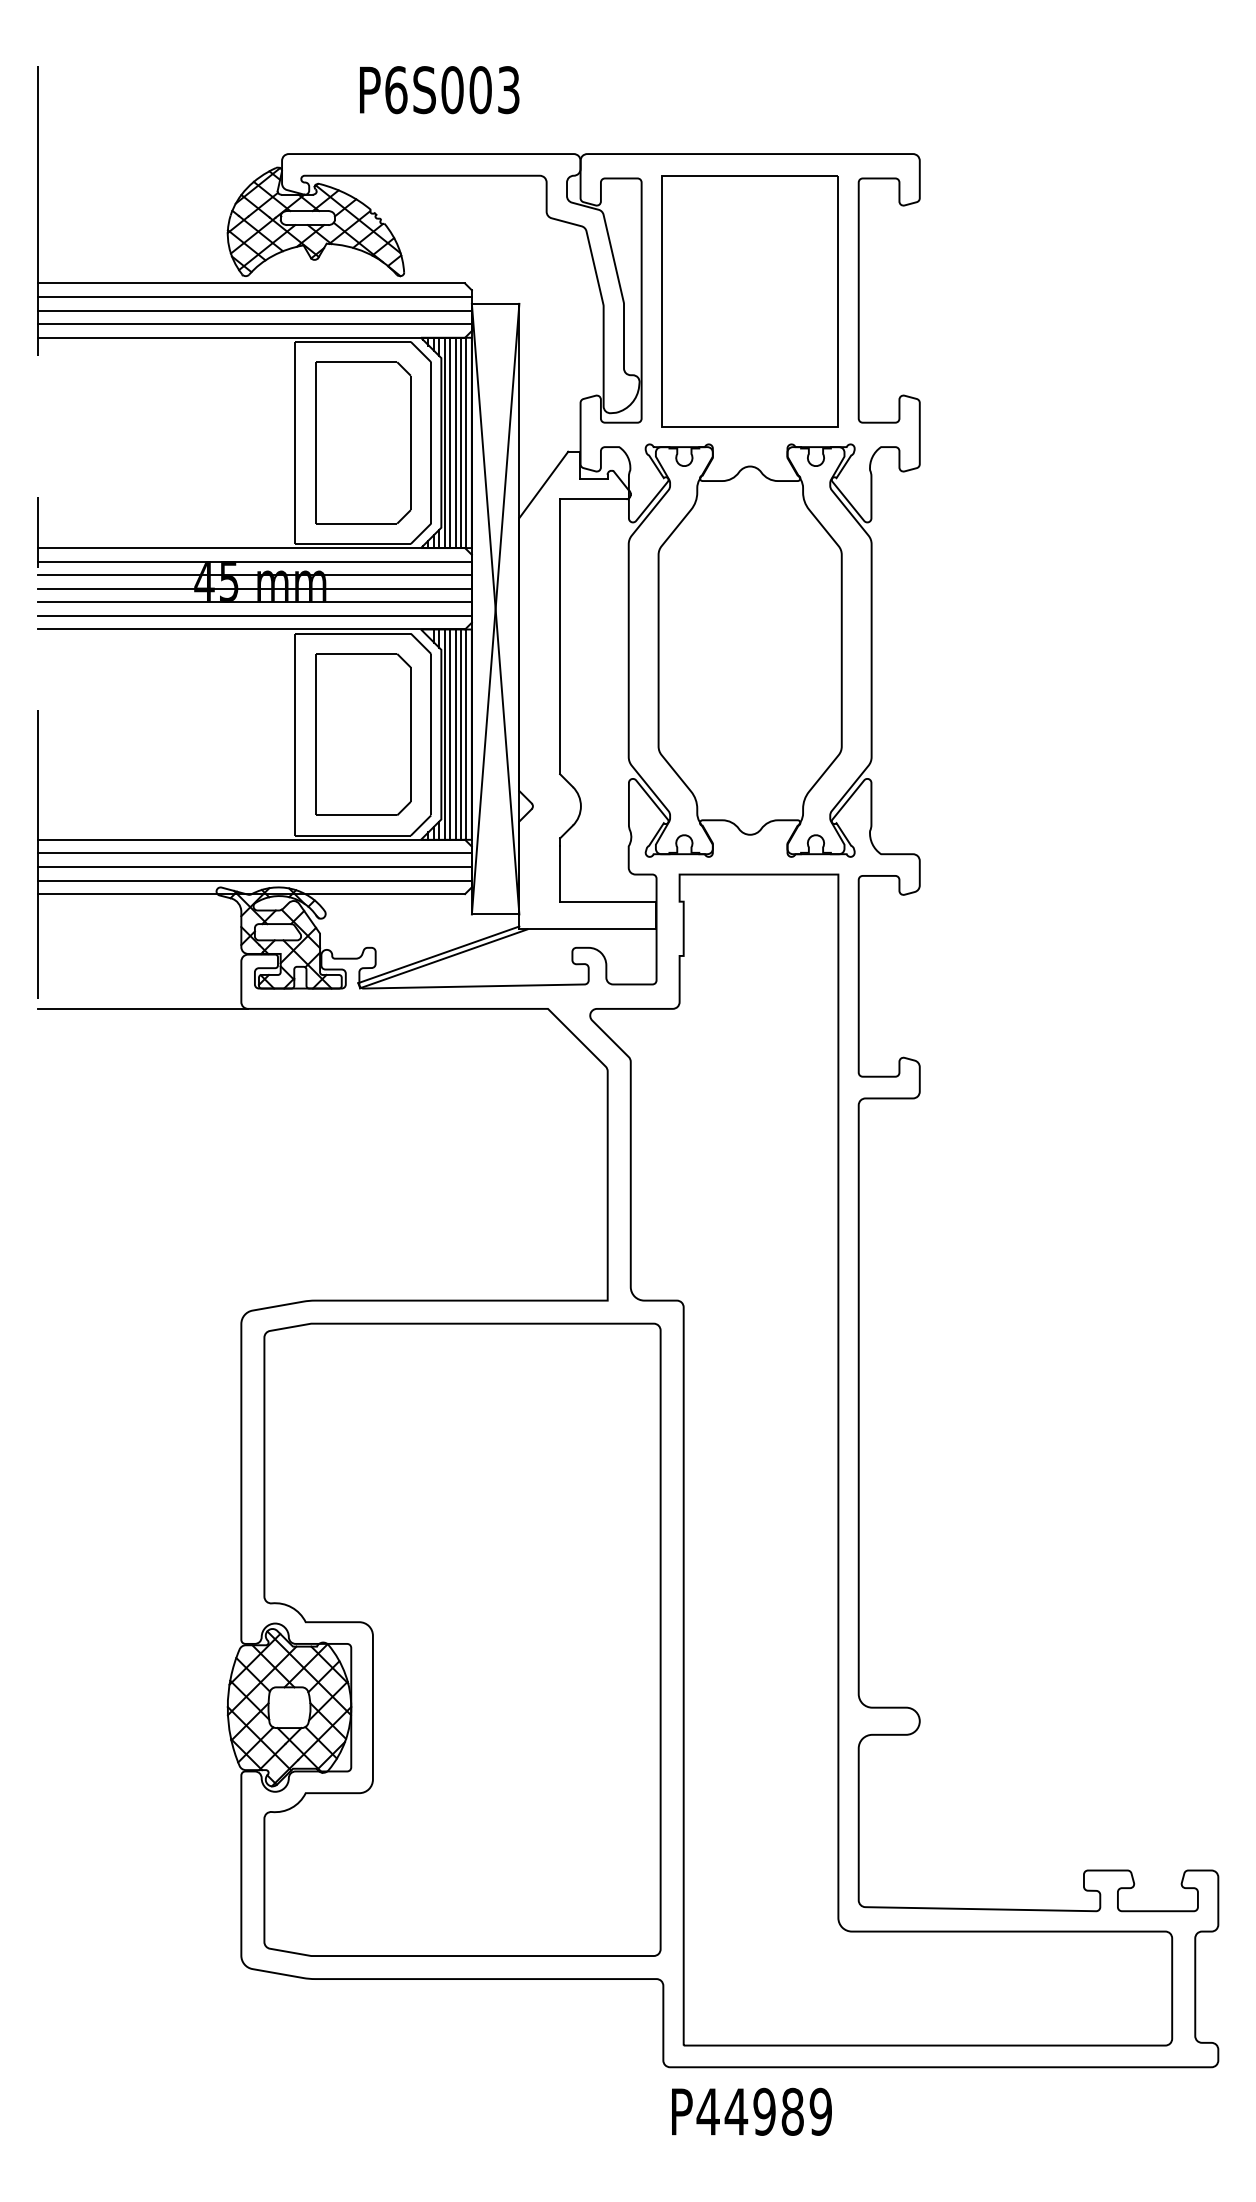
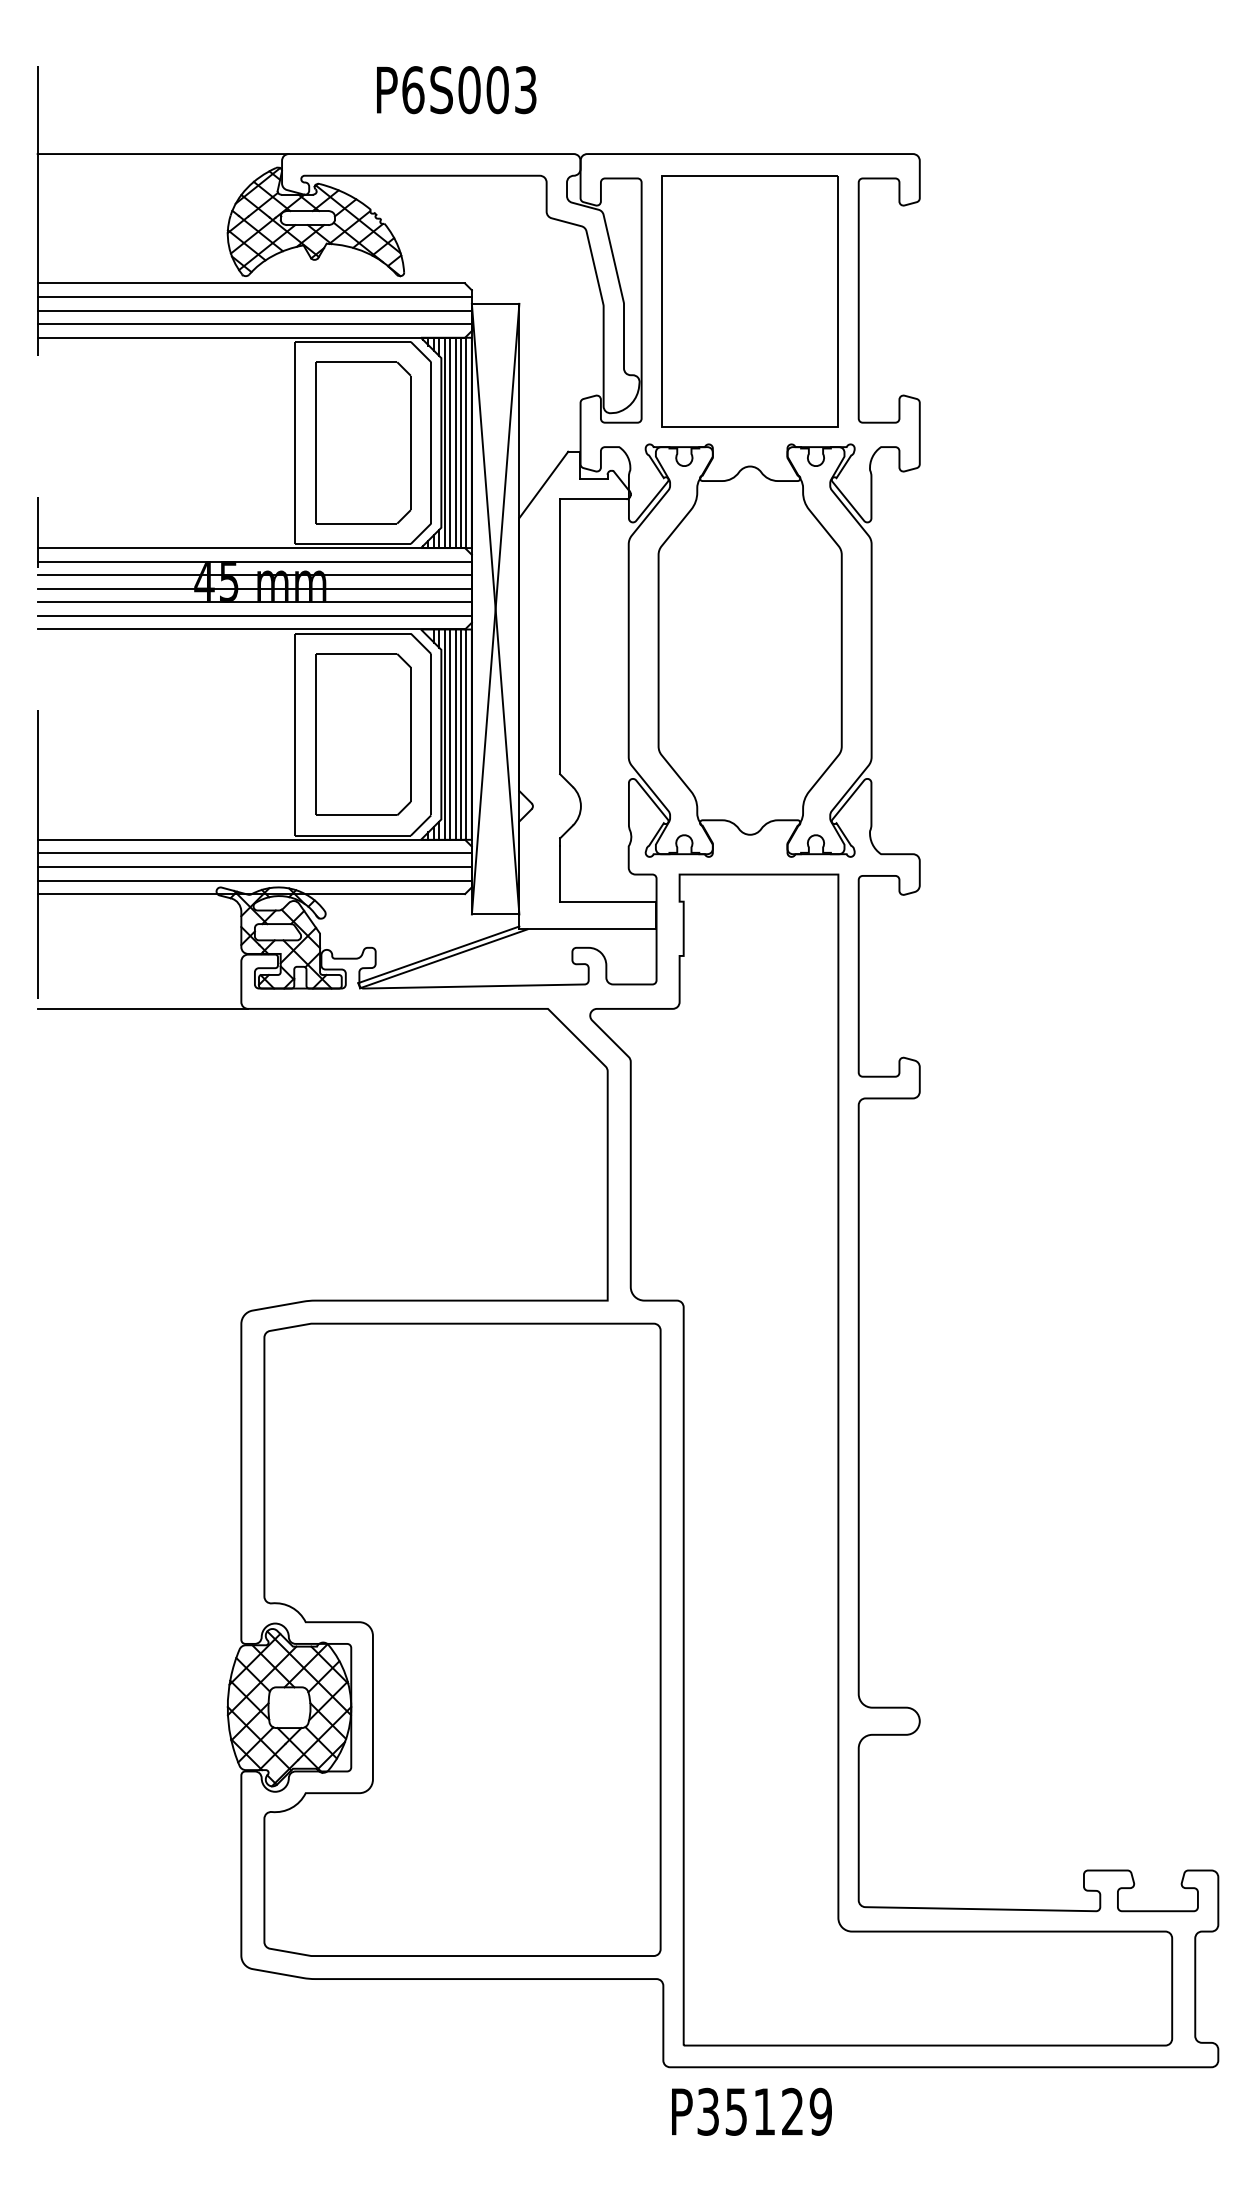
text at (439, 90) position: (439, 90) -> (456, 90)
line at (162, 154): none -> present
text at (749, 2111): P44989 -> P35129
